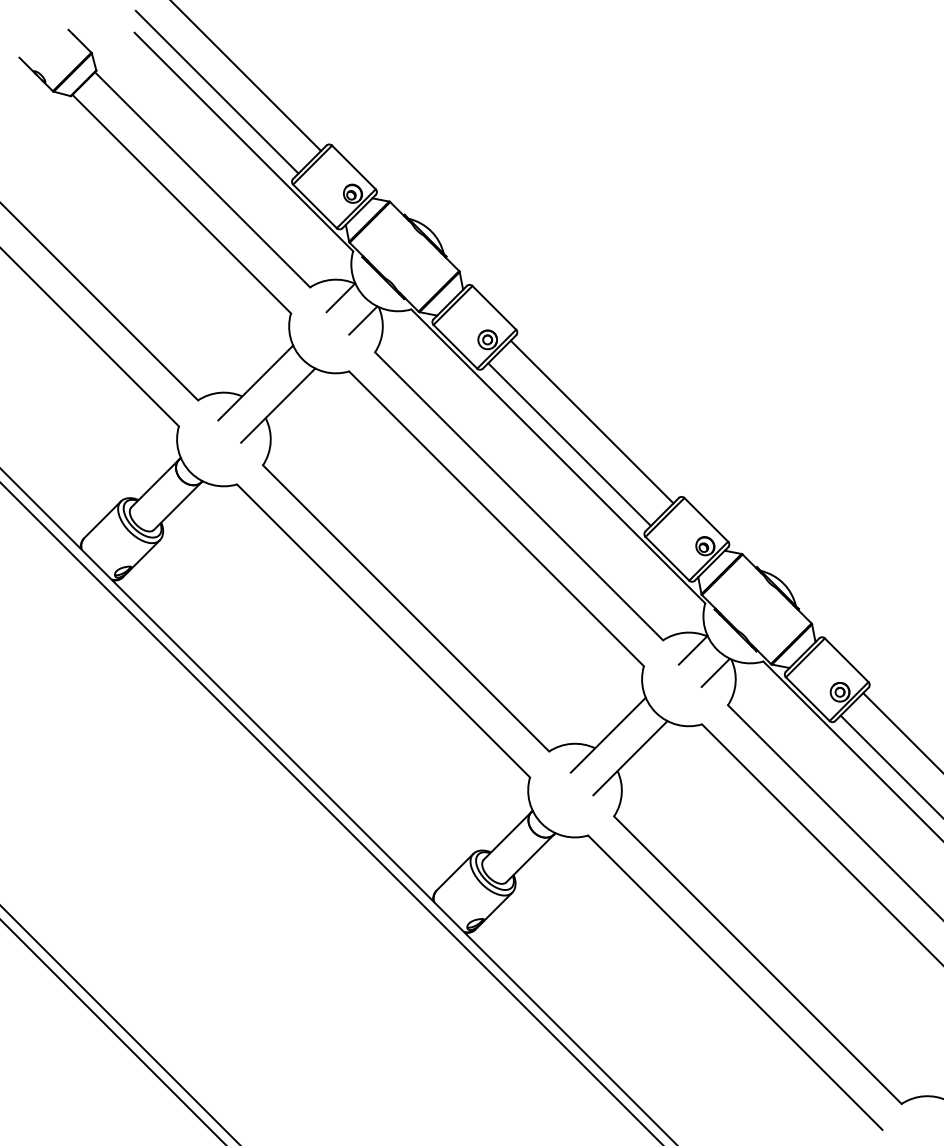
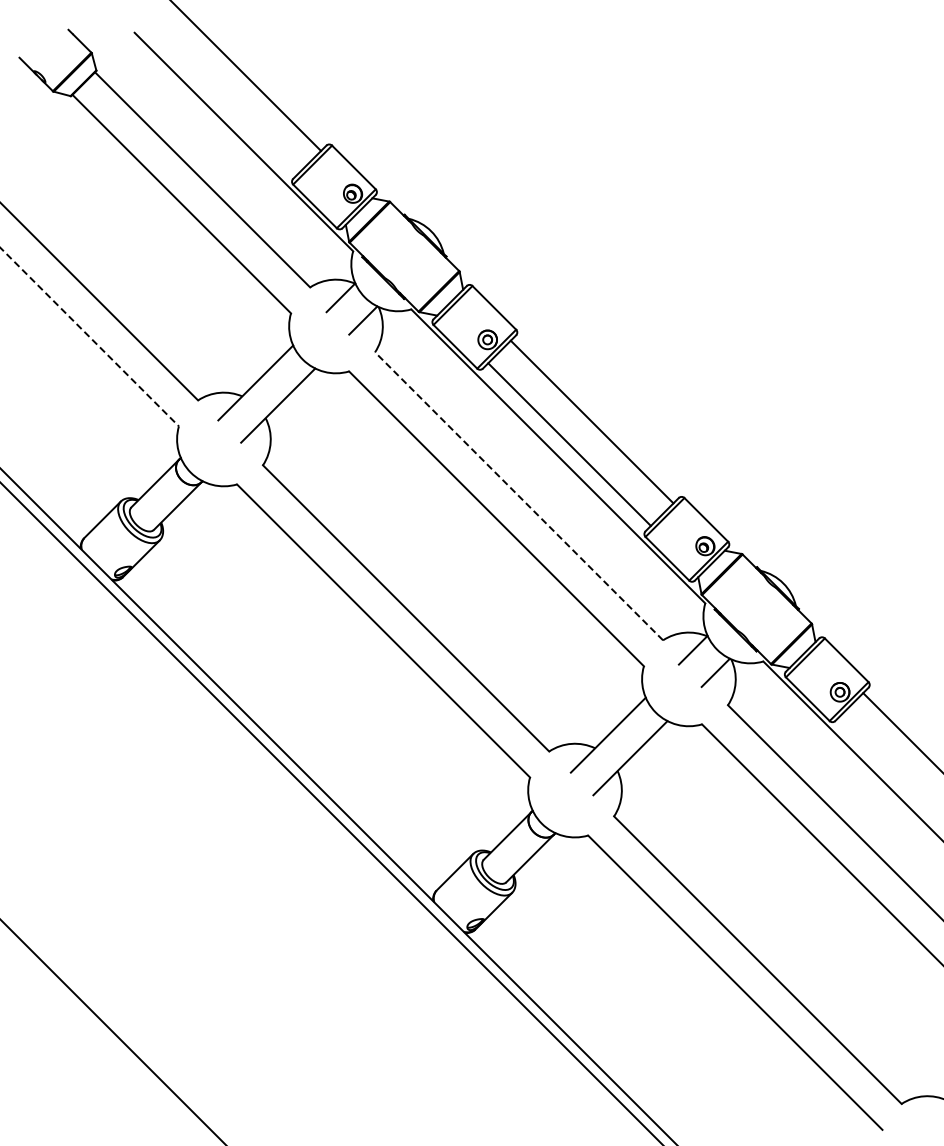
line at (216, 91): present -> none
line at (89, 337): solid -> dashed
line at (519, 496): solid -> dashed
line at (890, 765): present -> none
line at (119, 1024): present -> none
